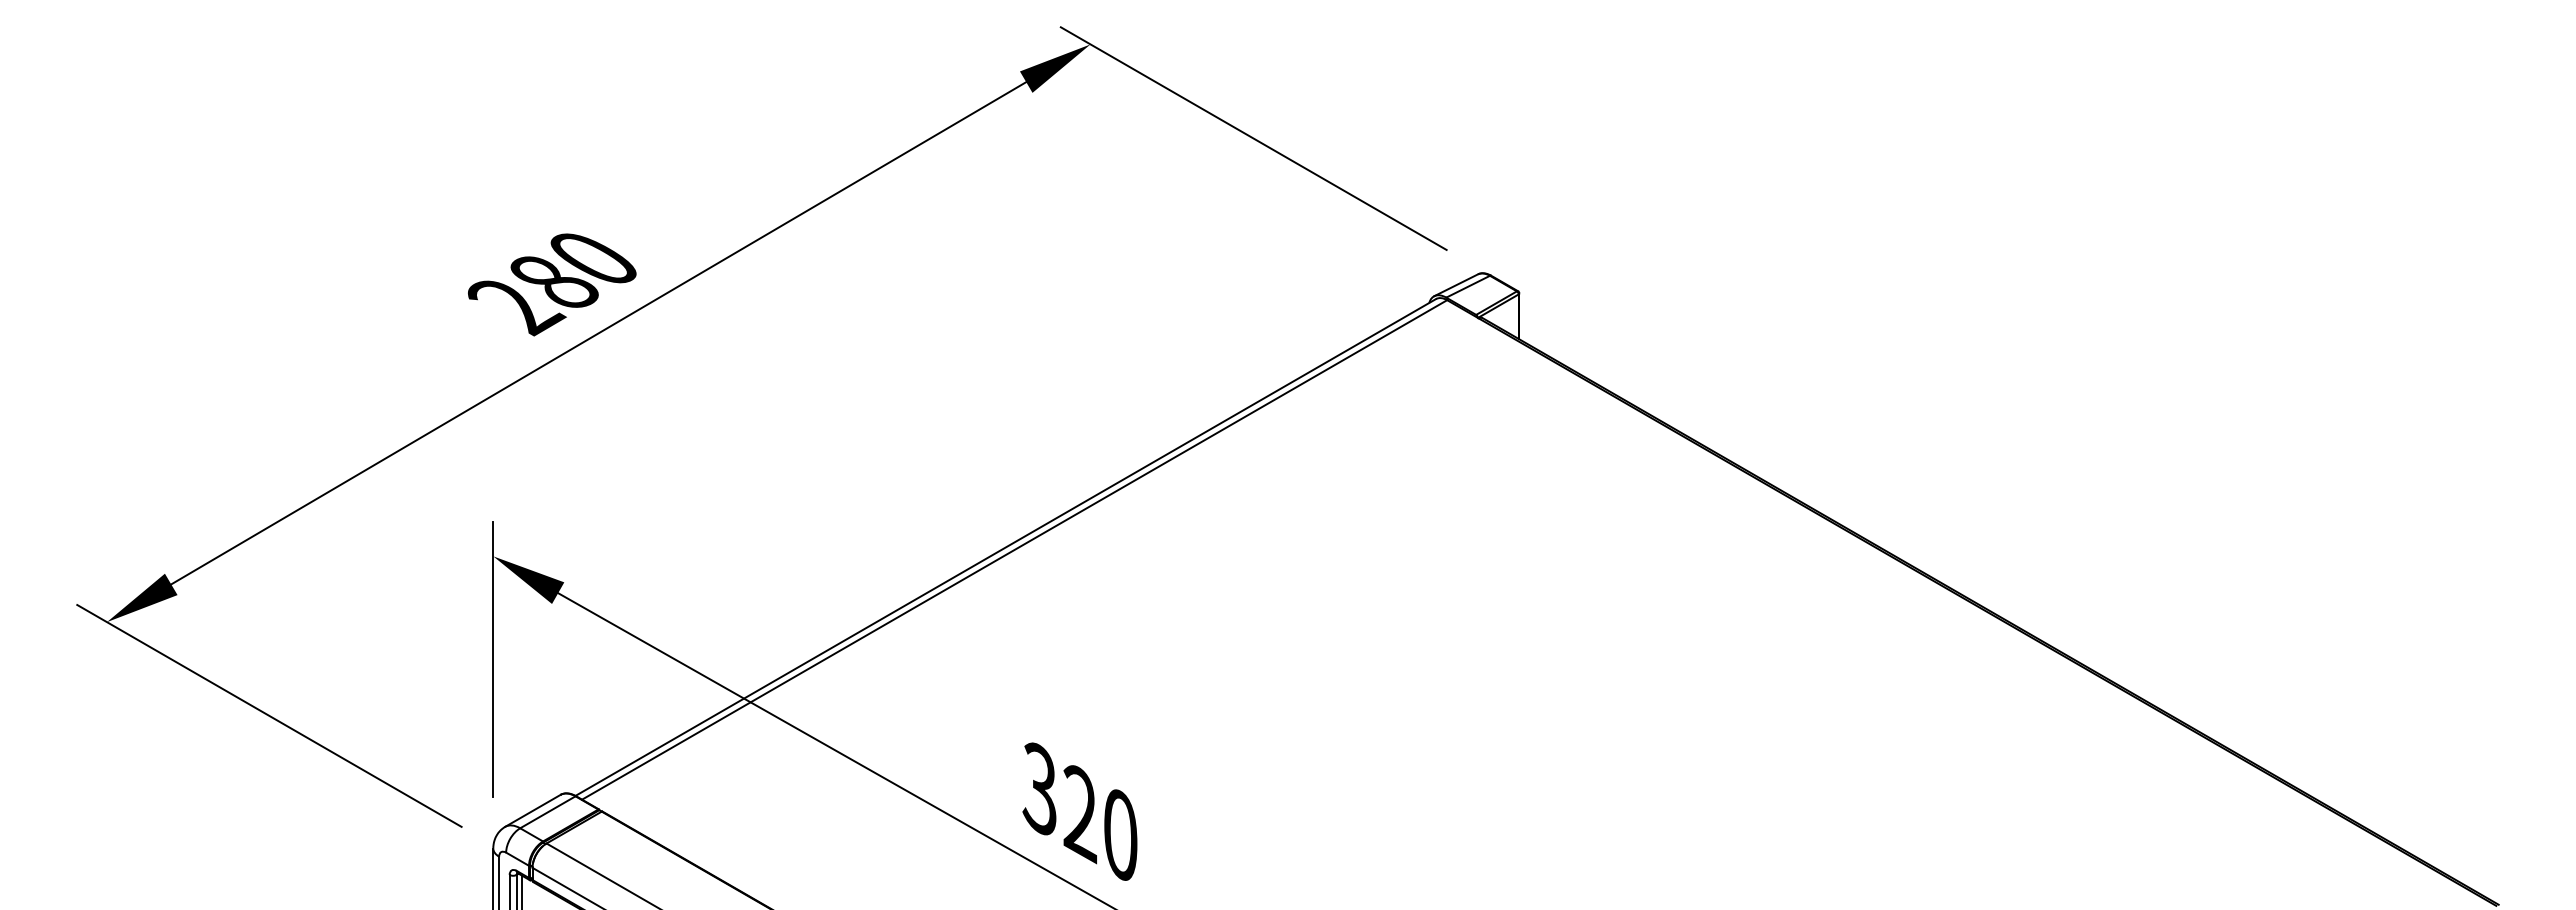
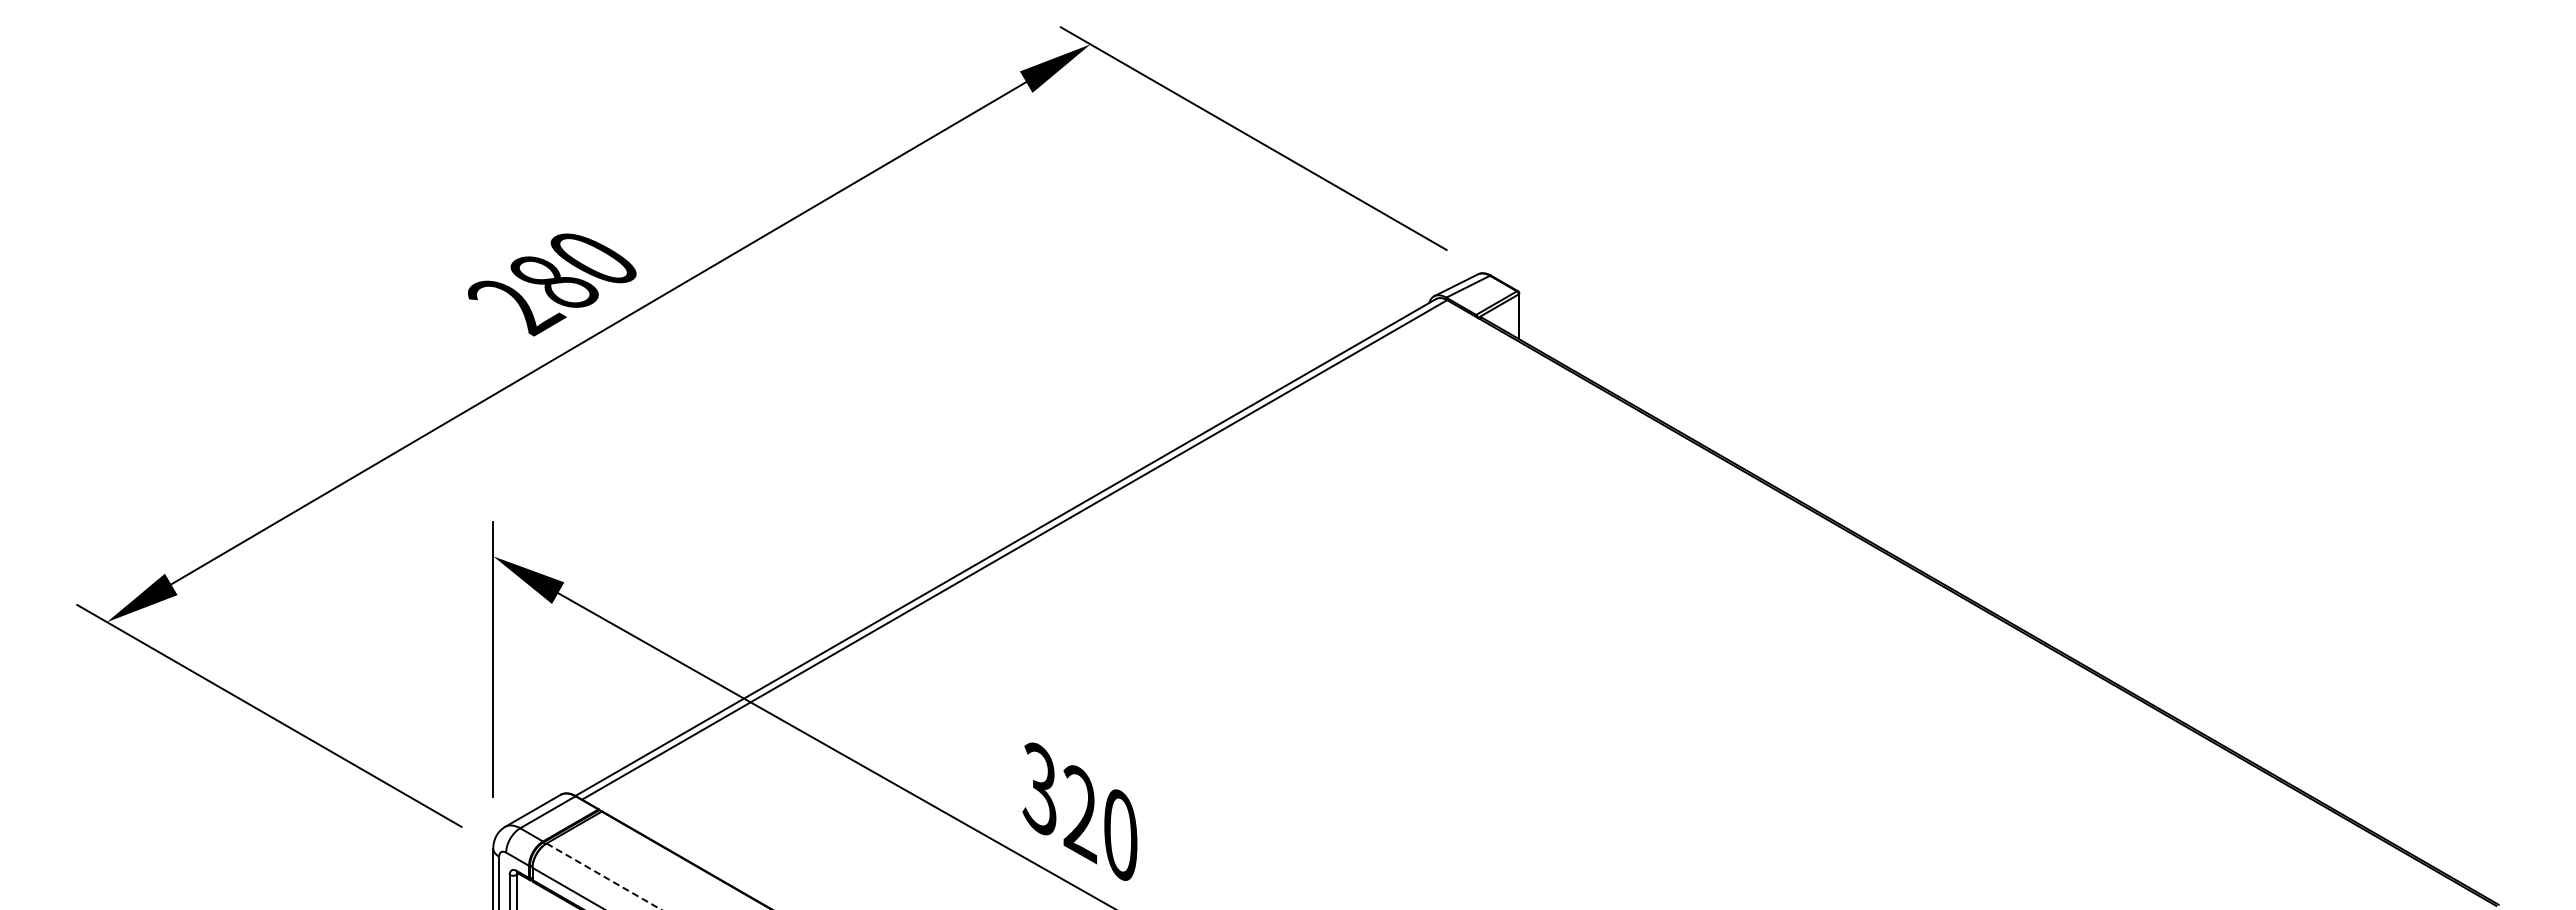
line at (604, 876): solid -> dashed
line at (521, 890): present -> none
